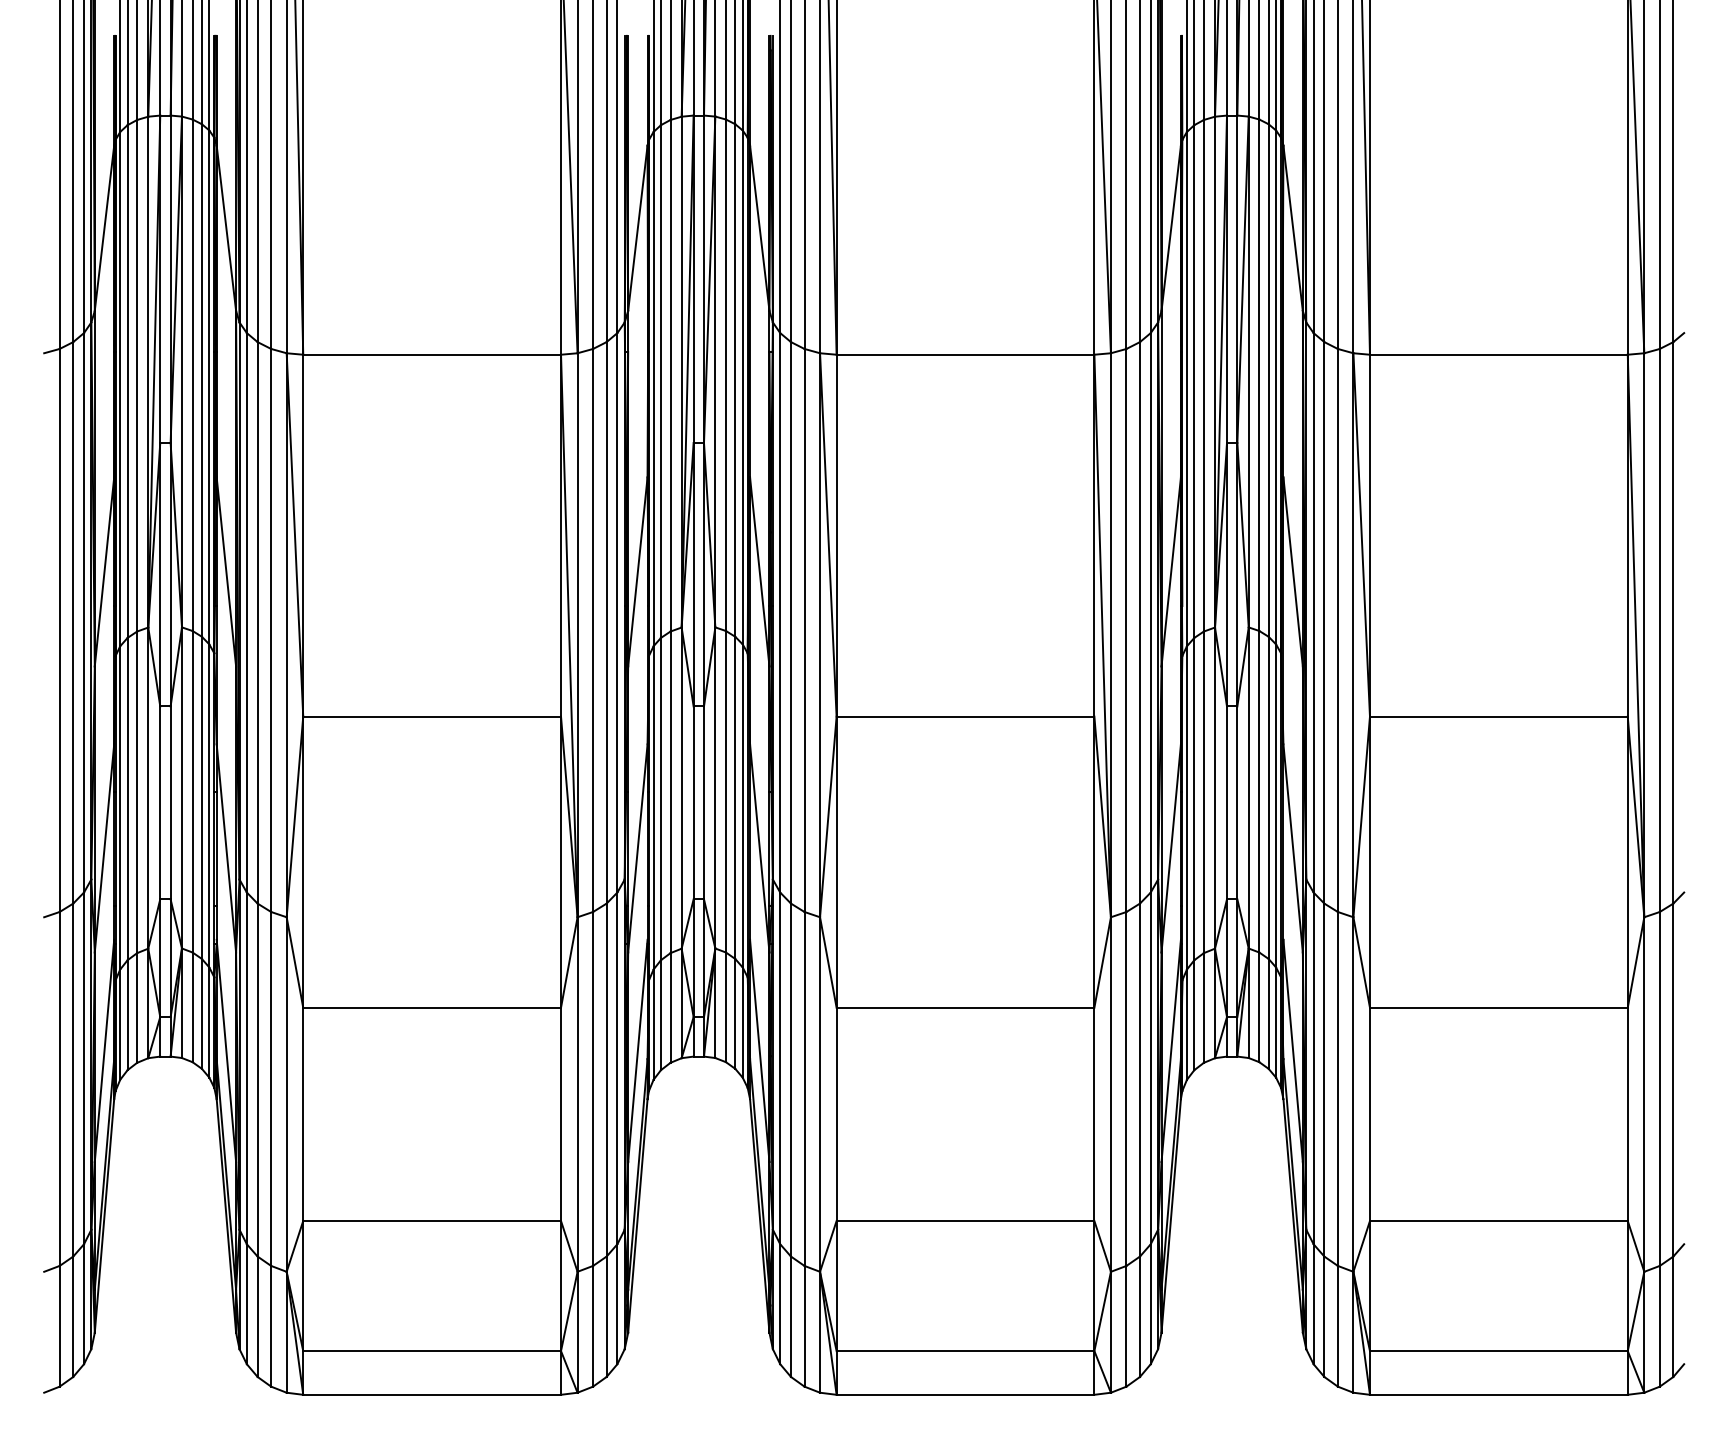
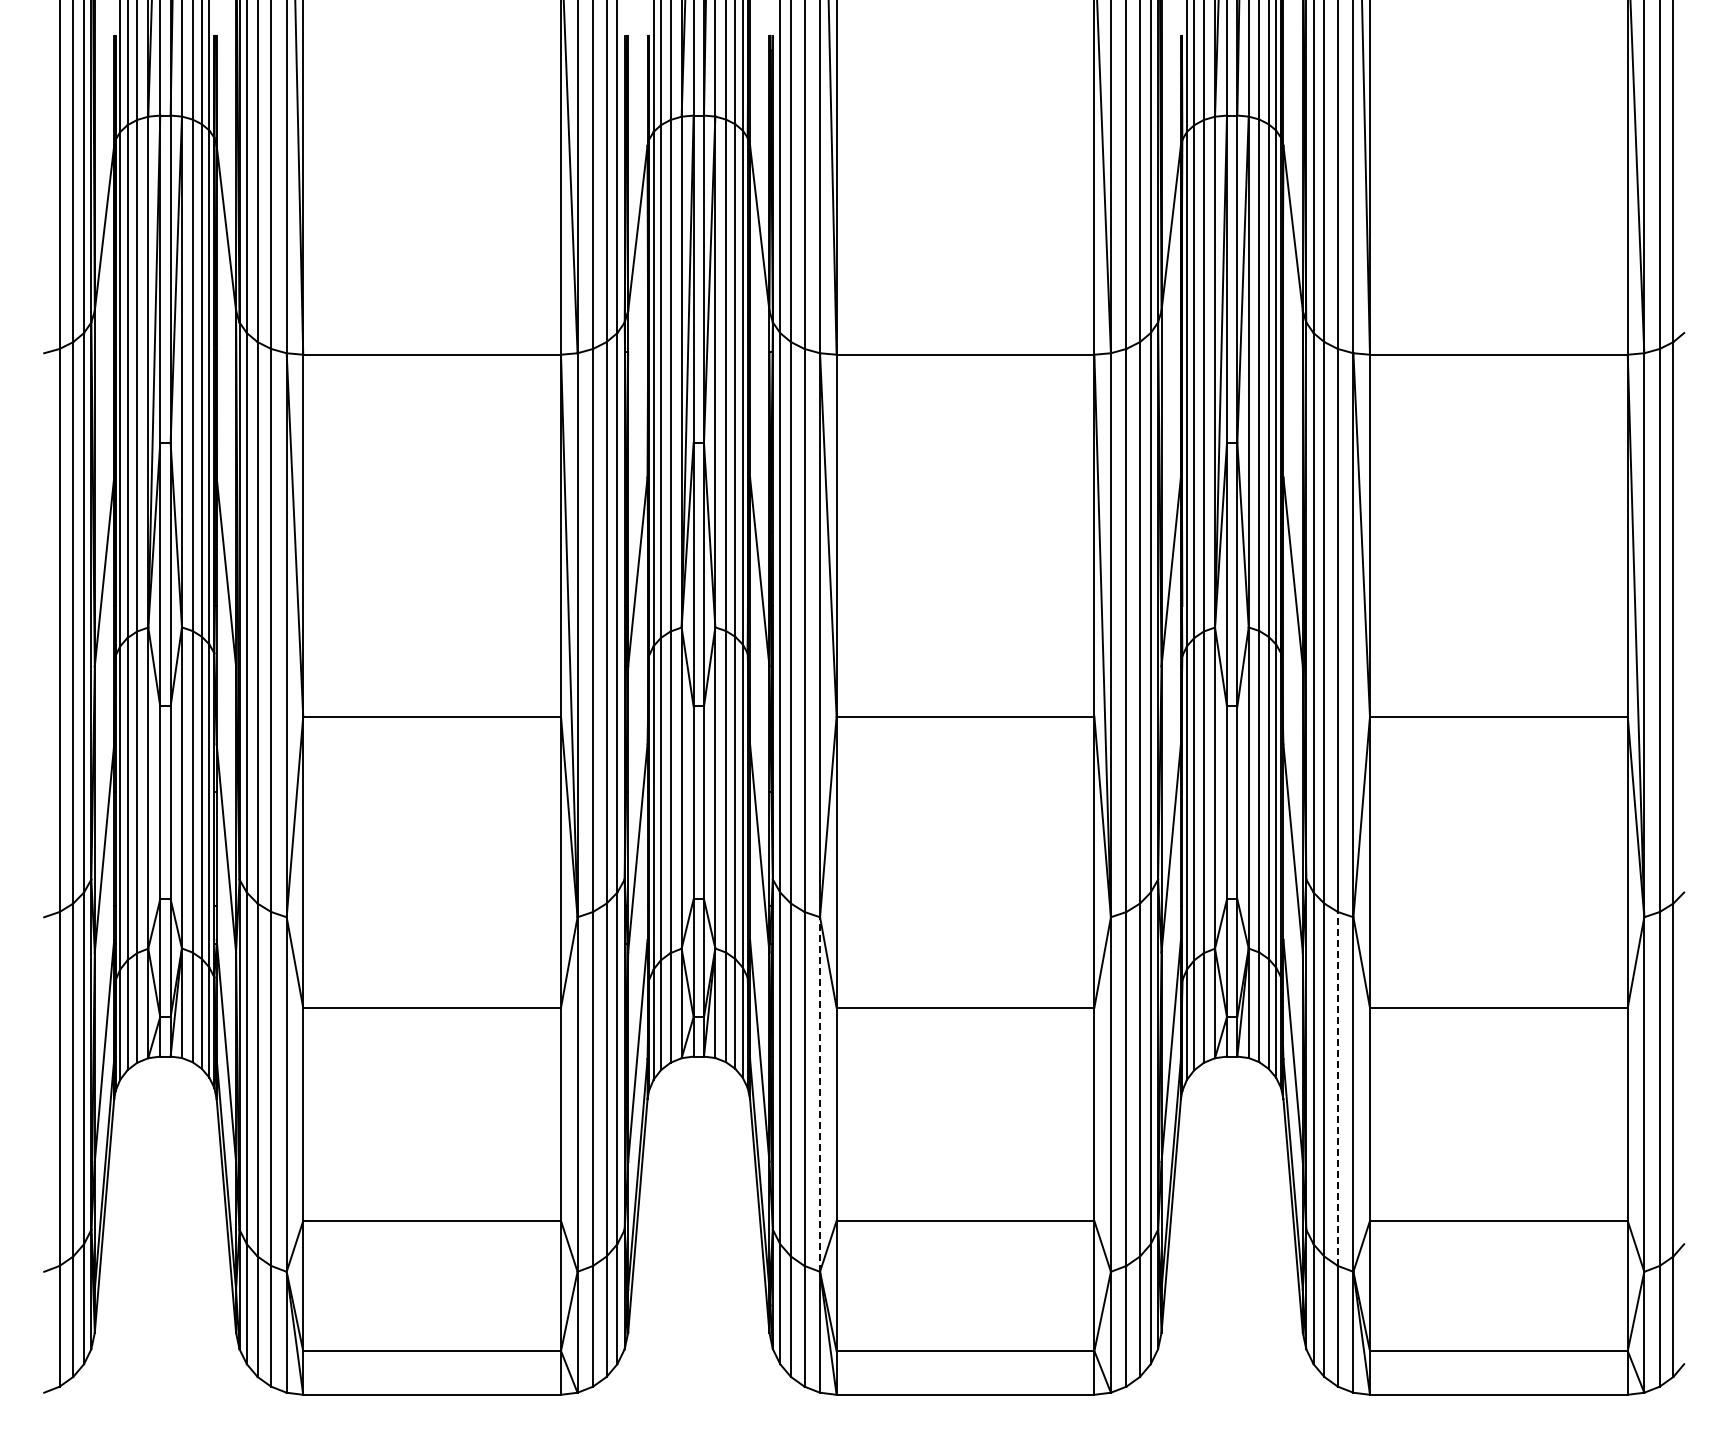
line at (1337, 1088): solid -> dashed
line at (820, 1094): solid -> dashed
